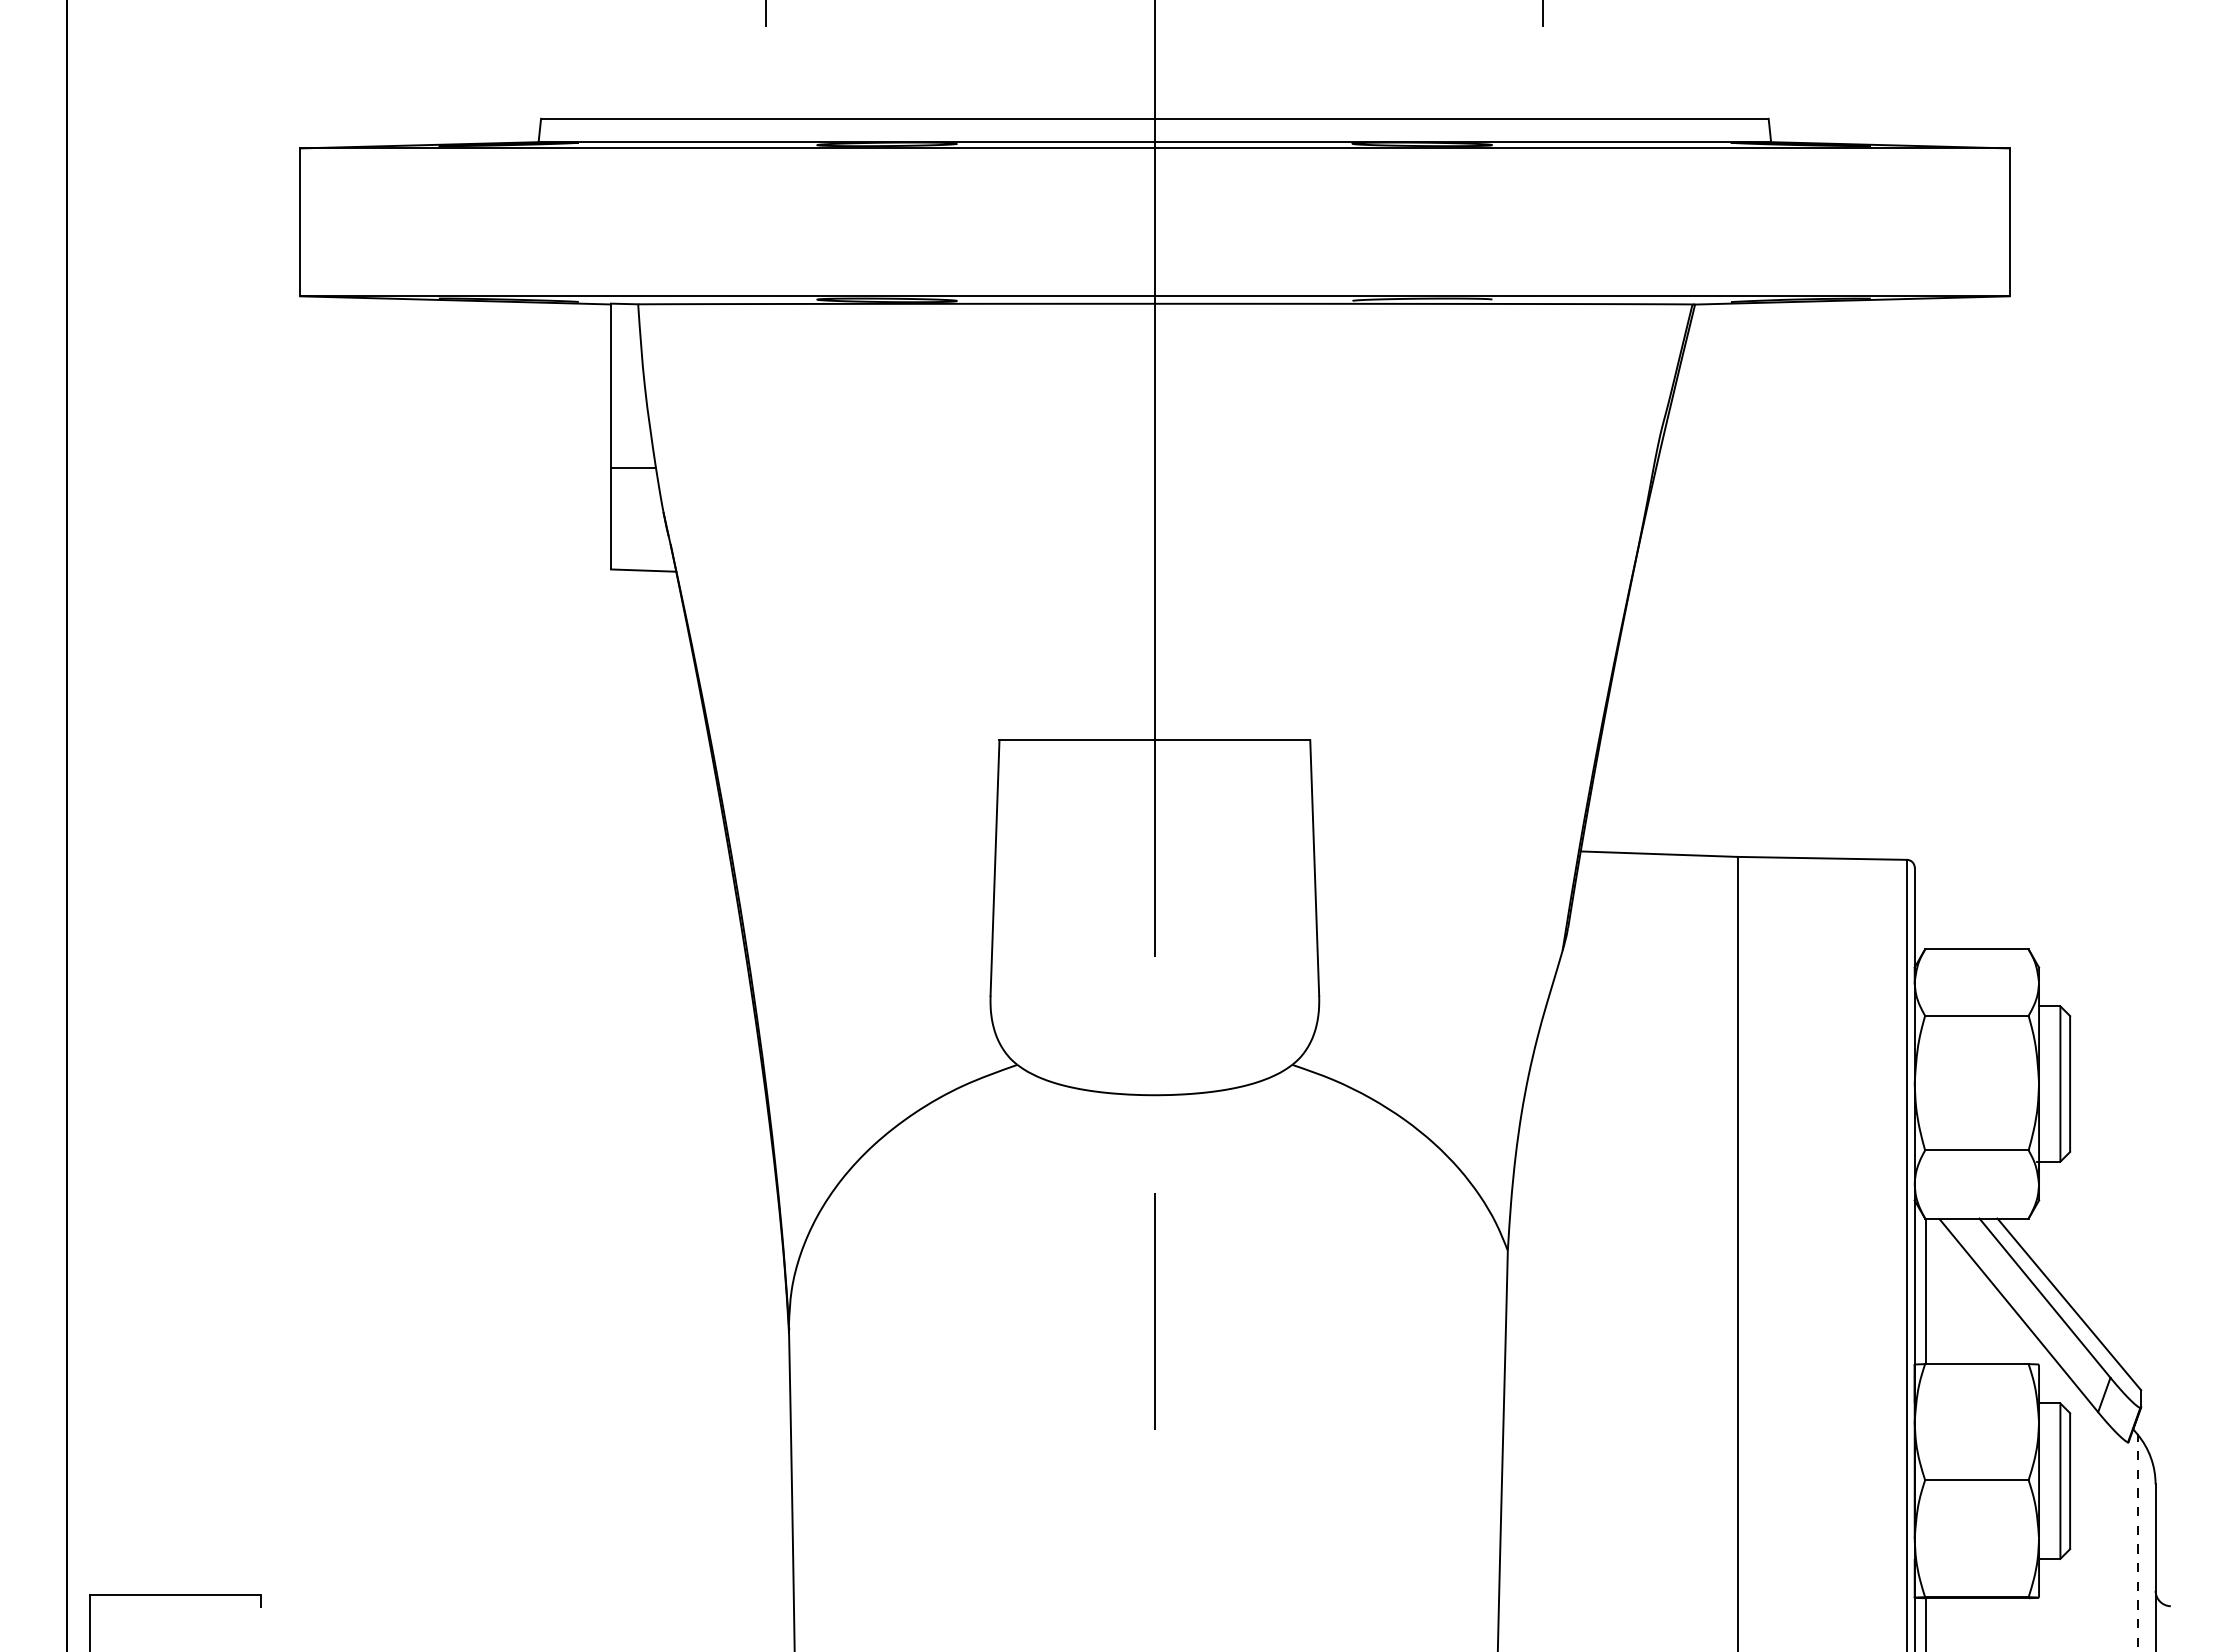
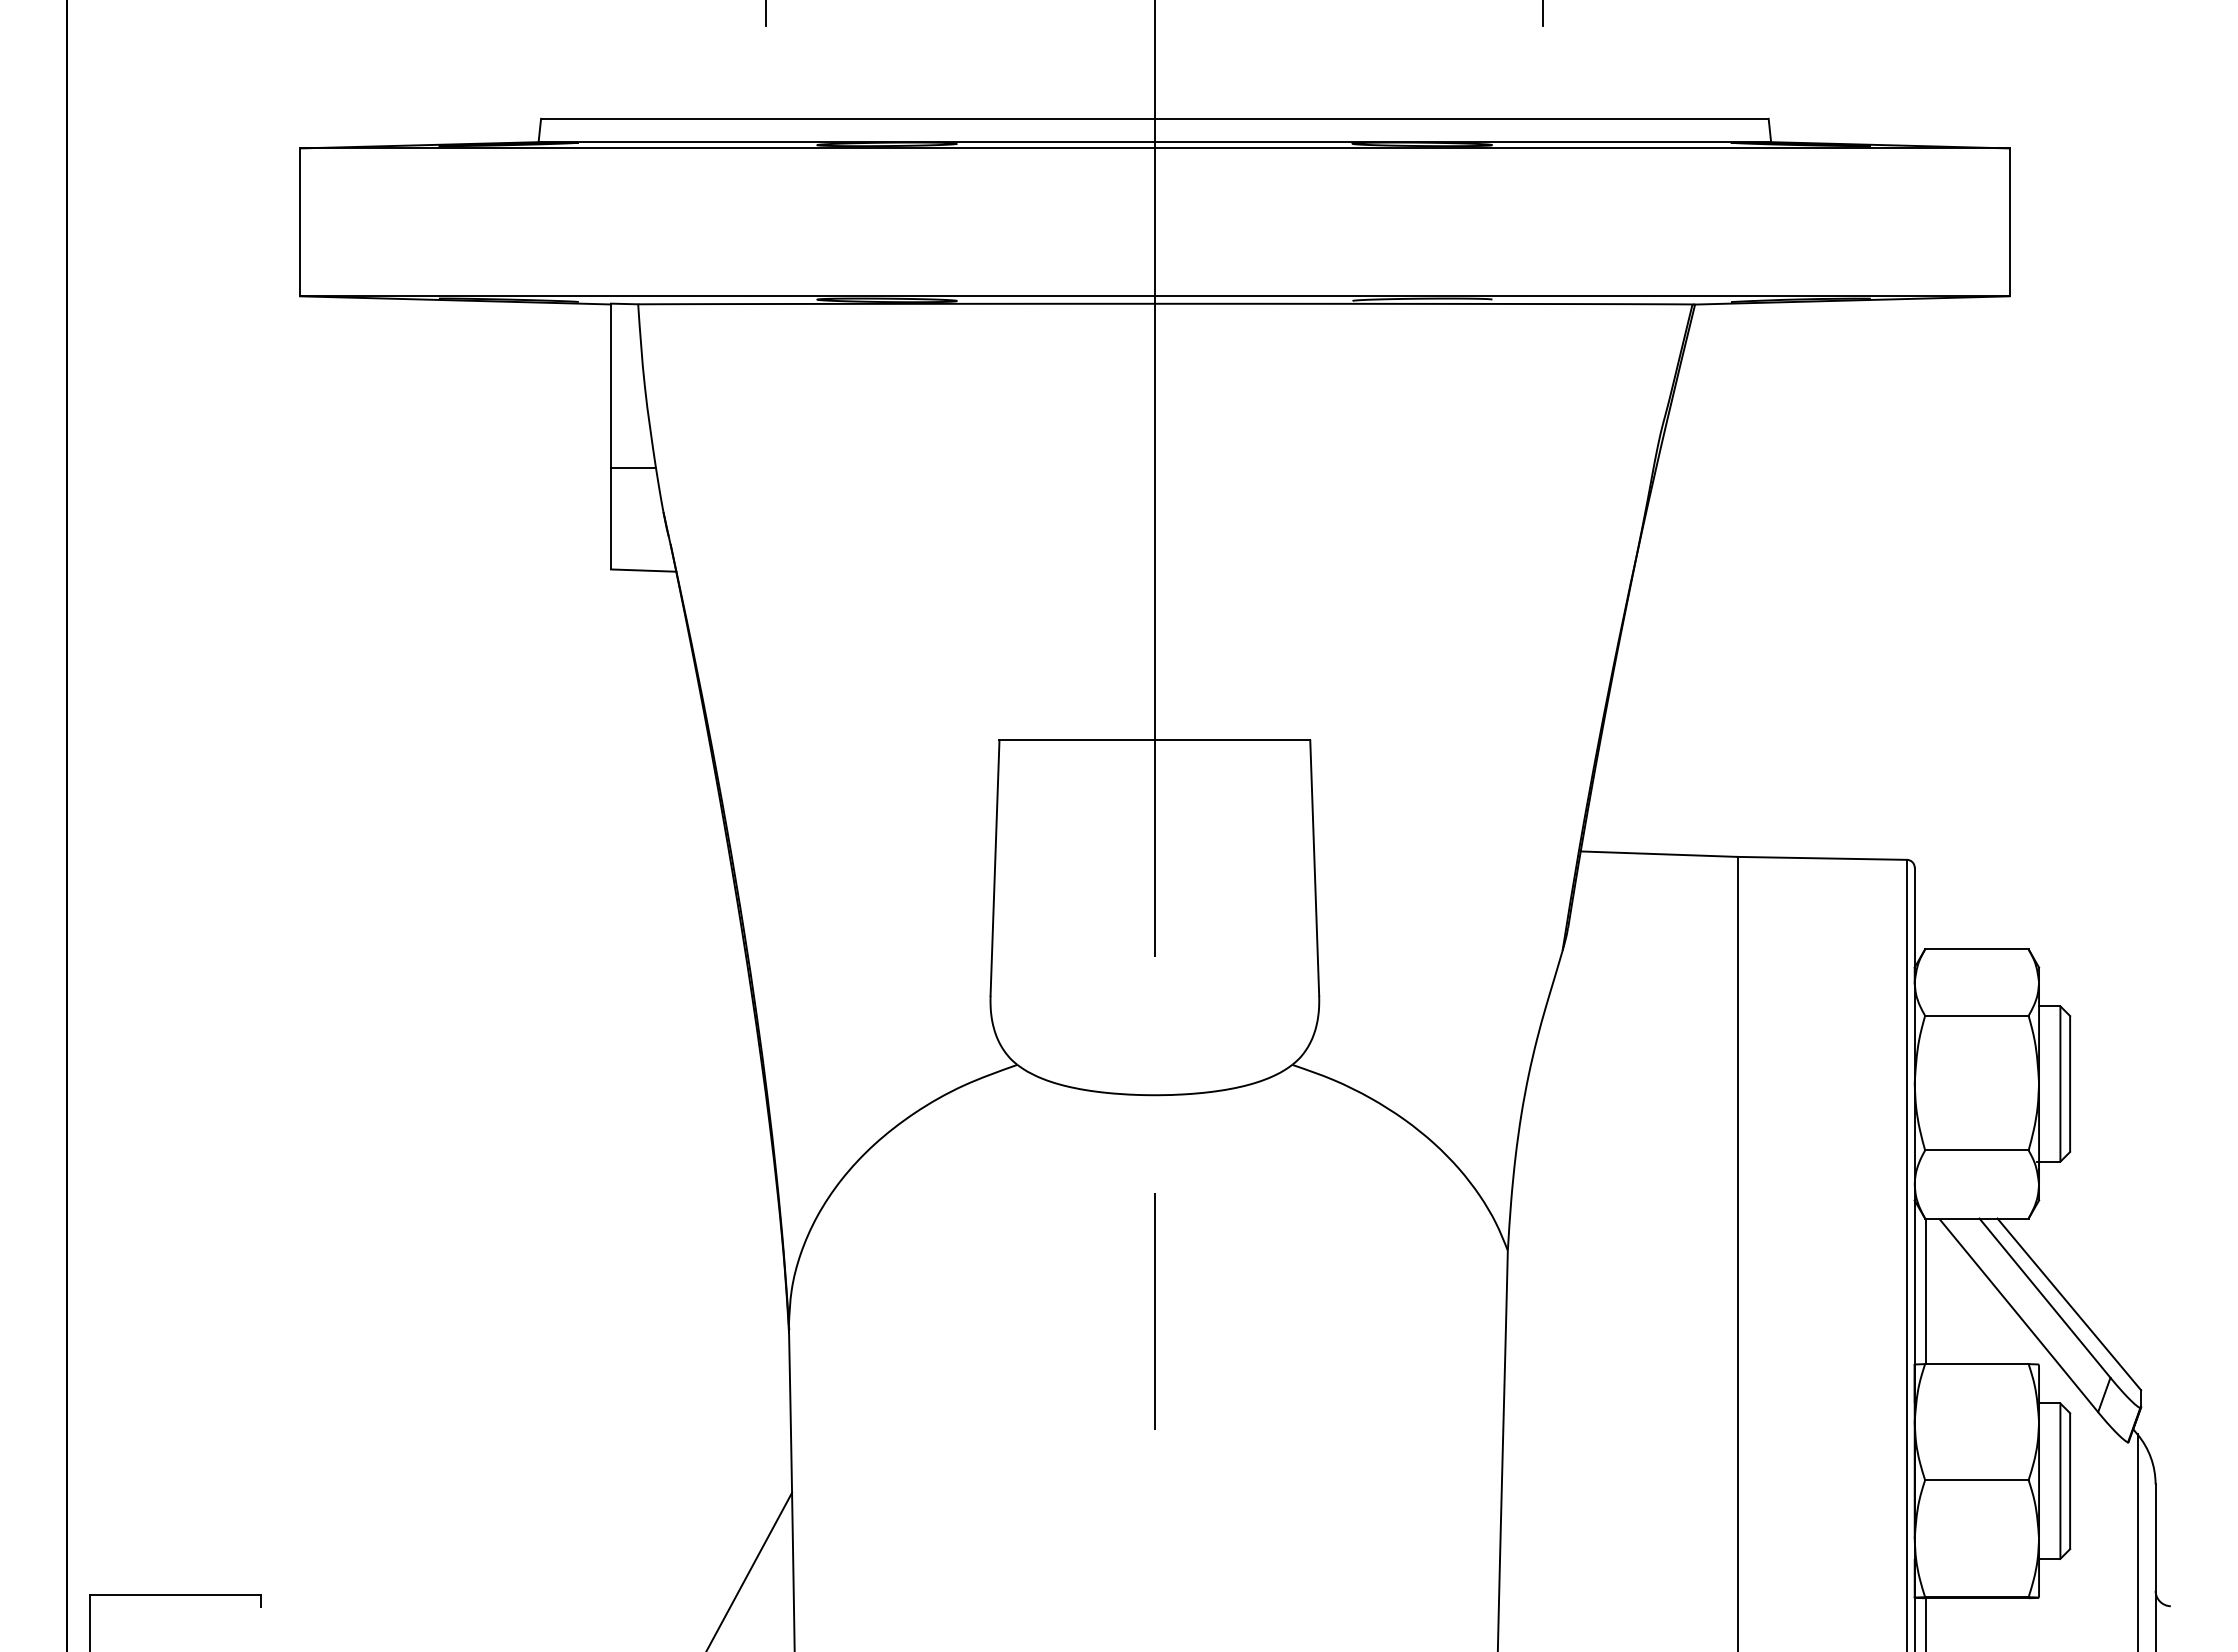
line at (2137, 1542): dashed -> solid
line at (749, 1570): none -> present
